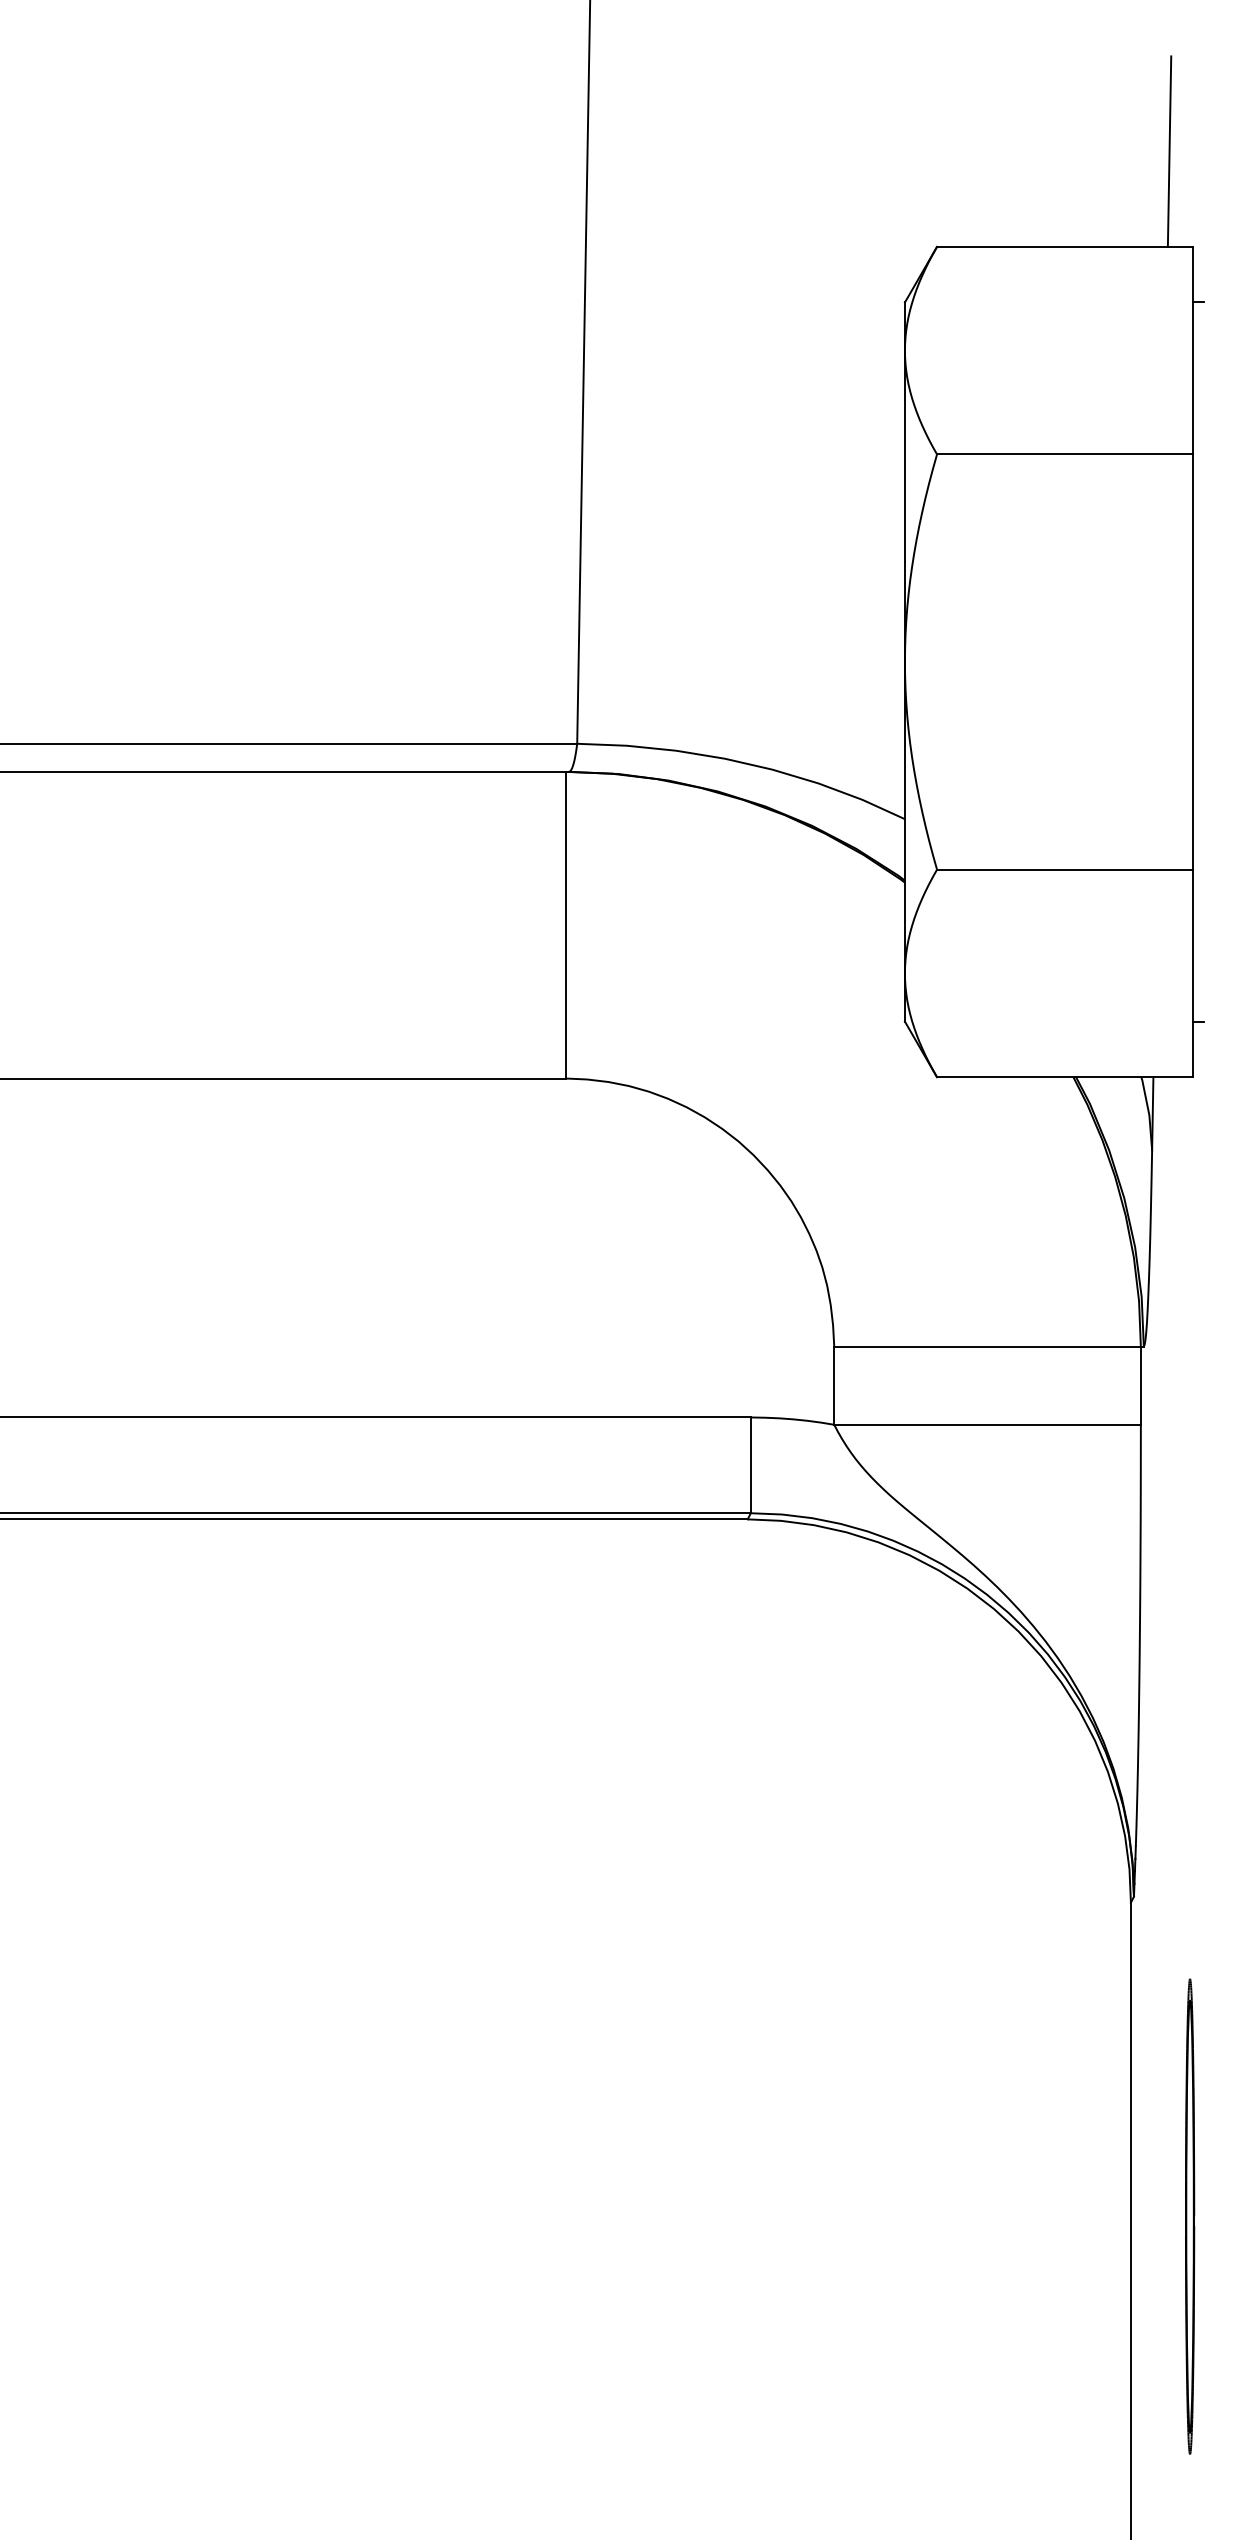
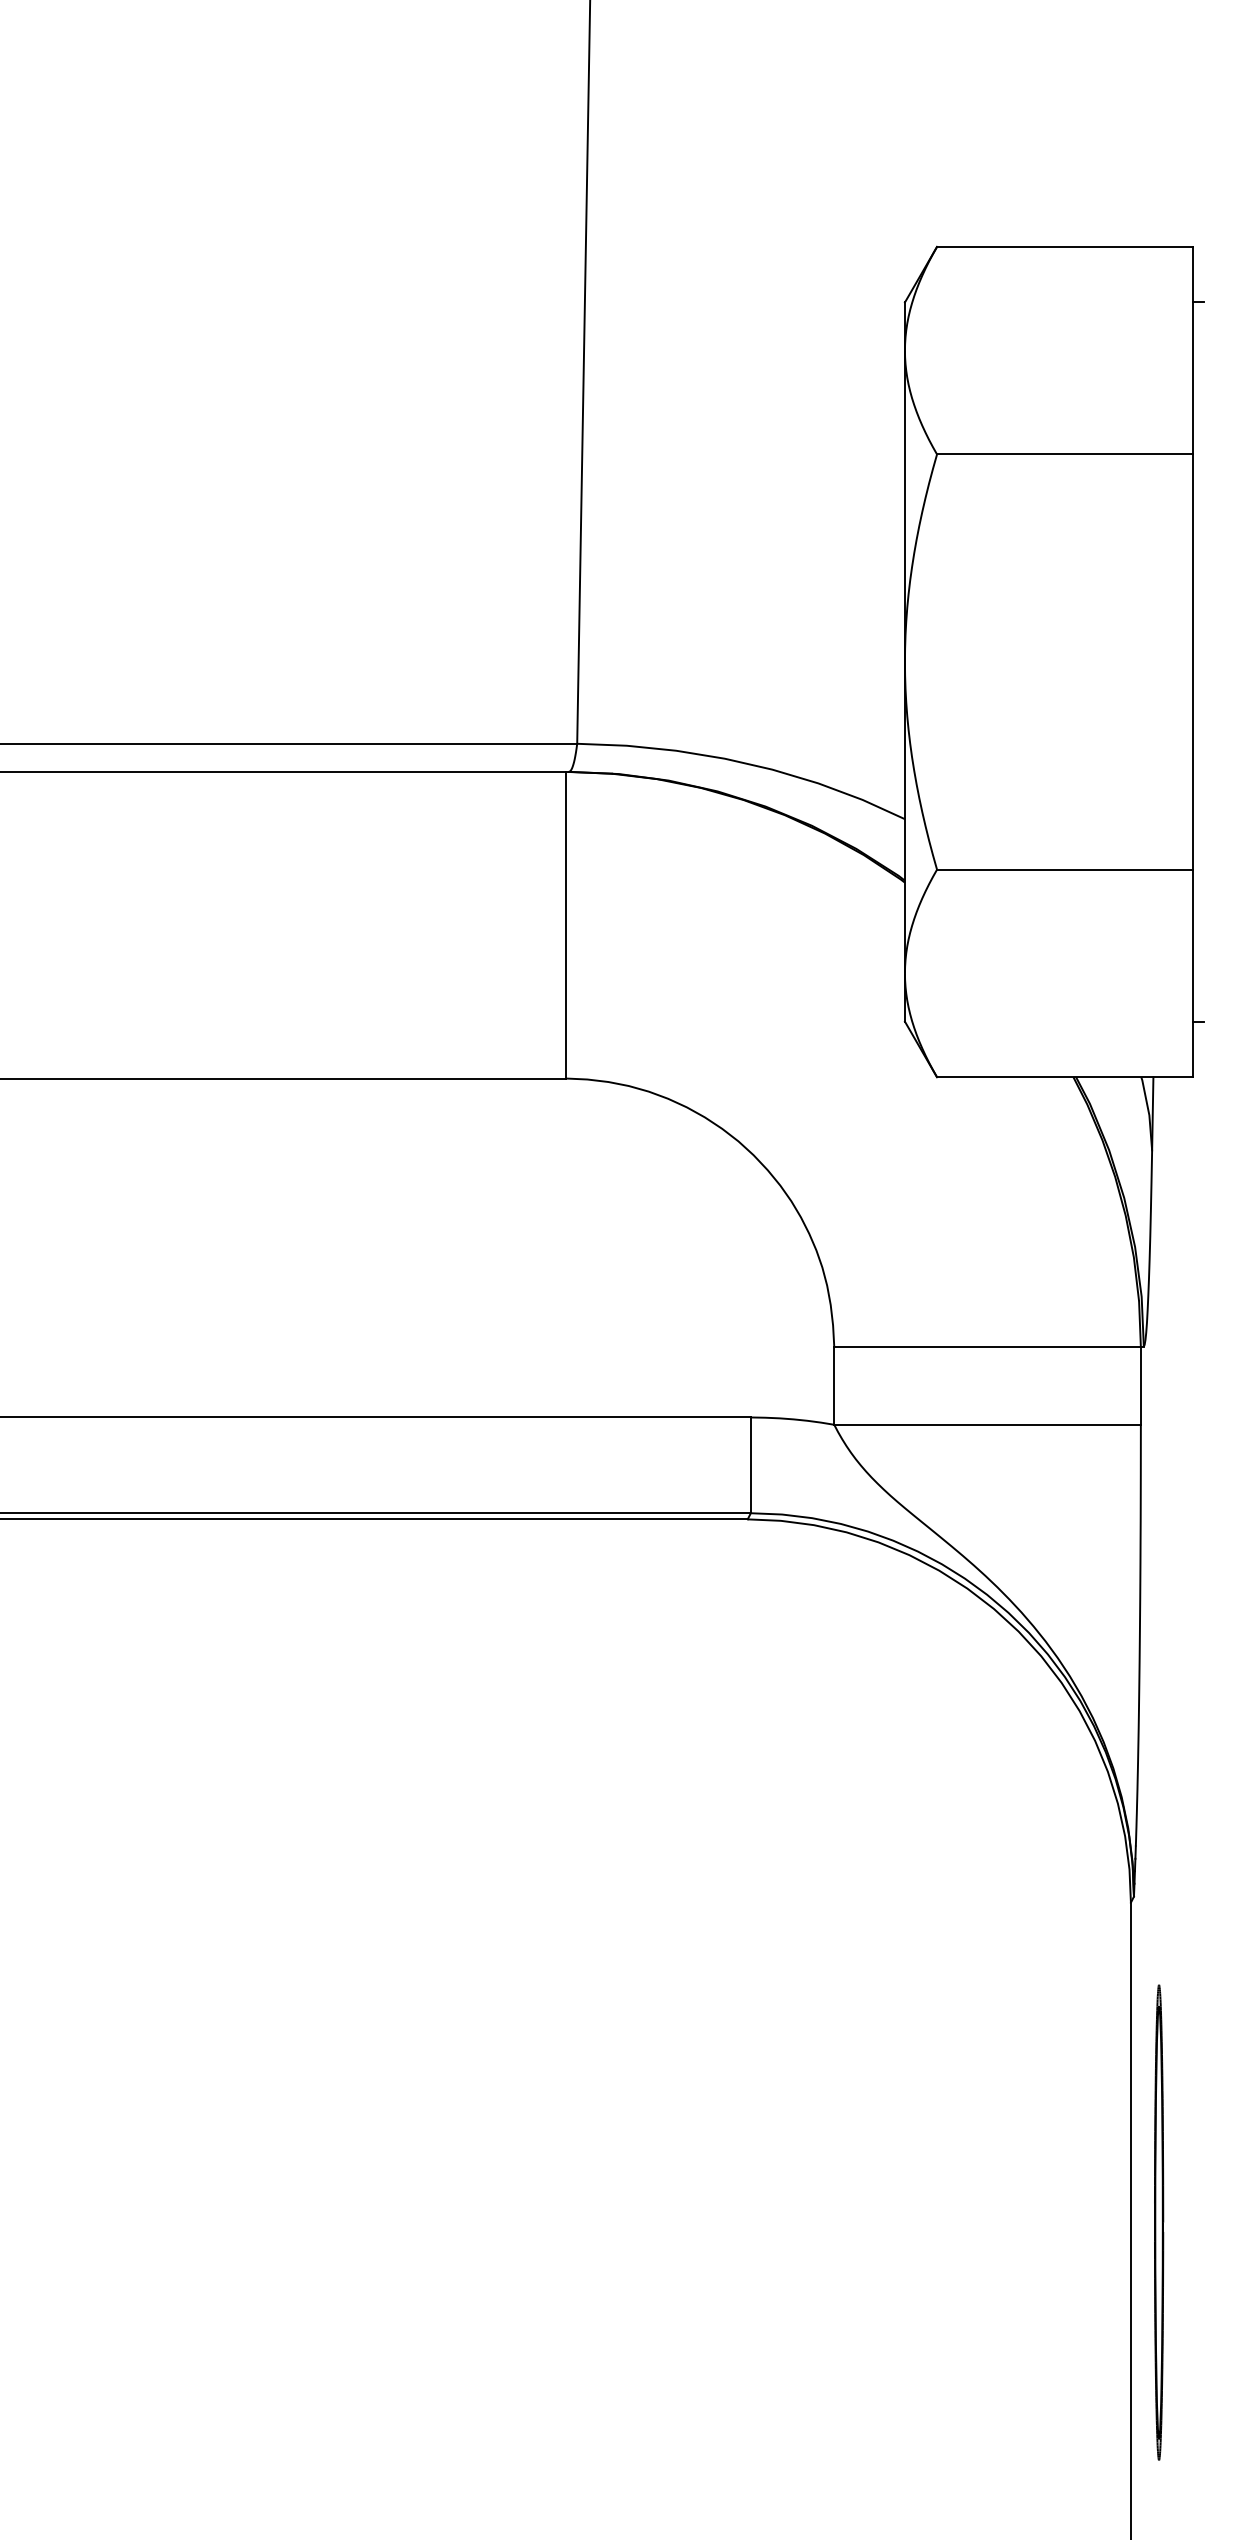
line at (1169, 151): present -> none
part at (1190, 2216) position: (1190, 2216) -> (1159, 2222)
